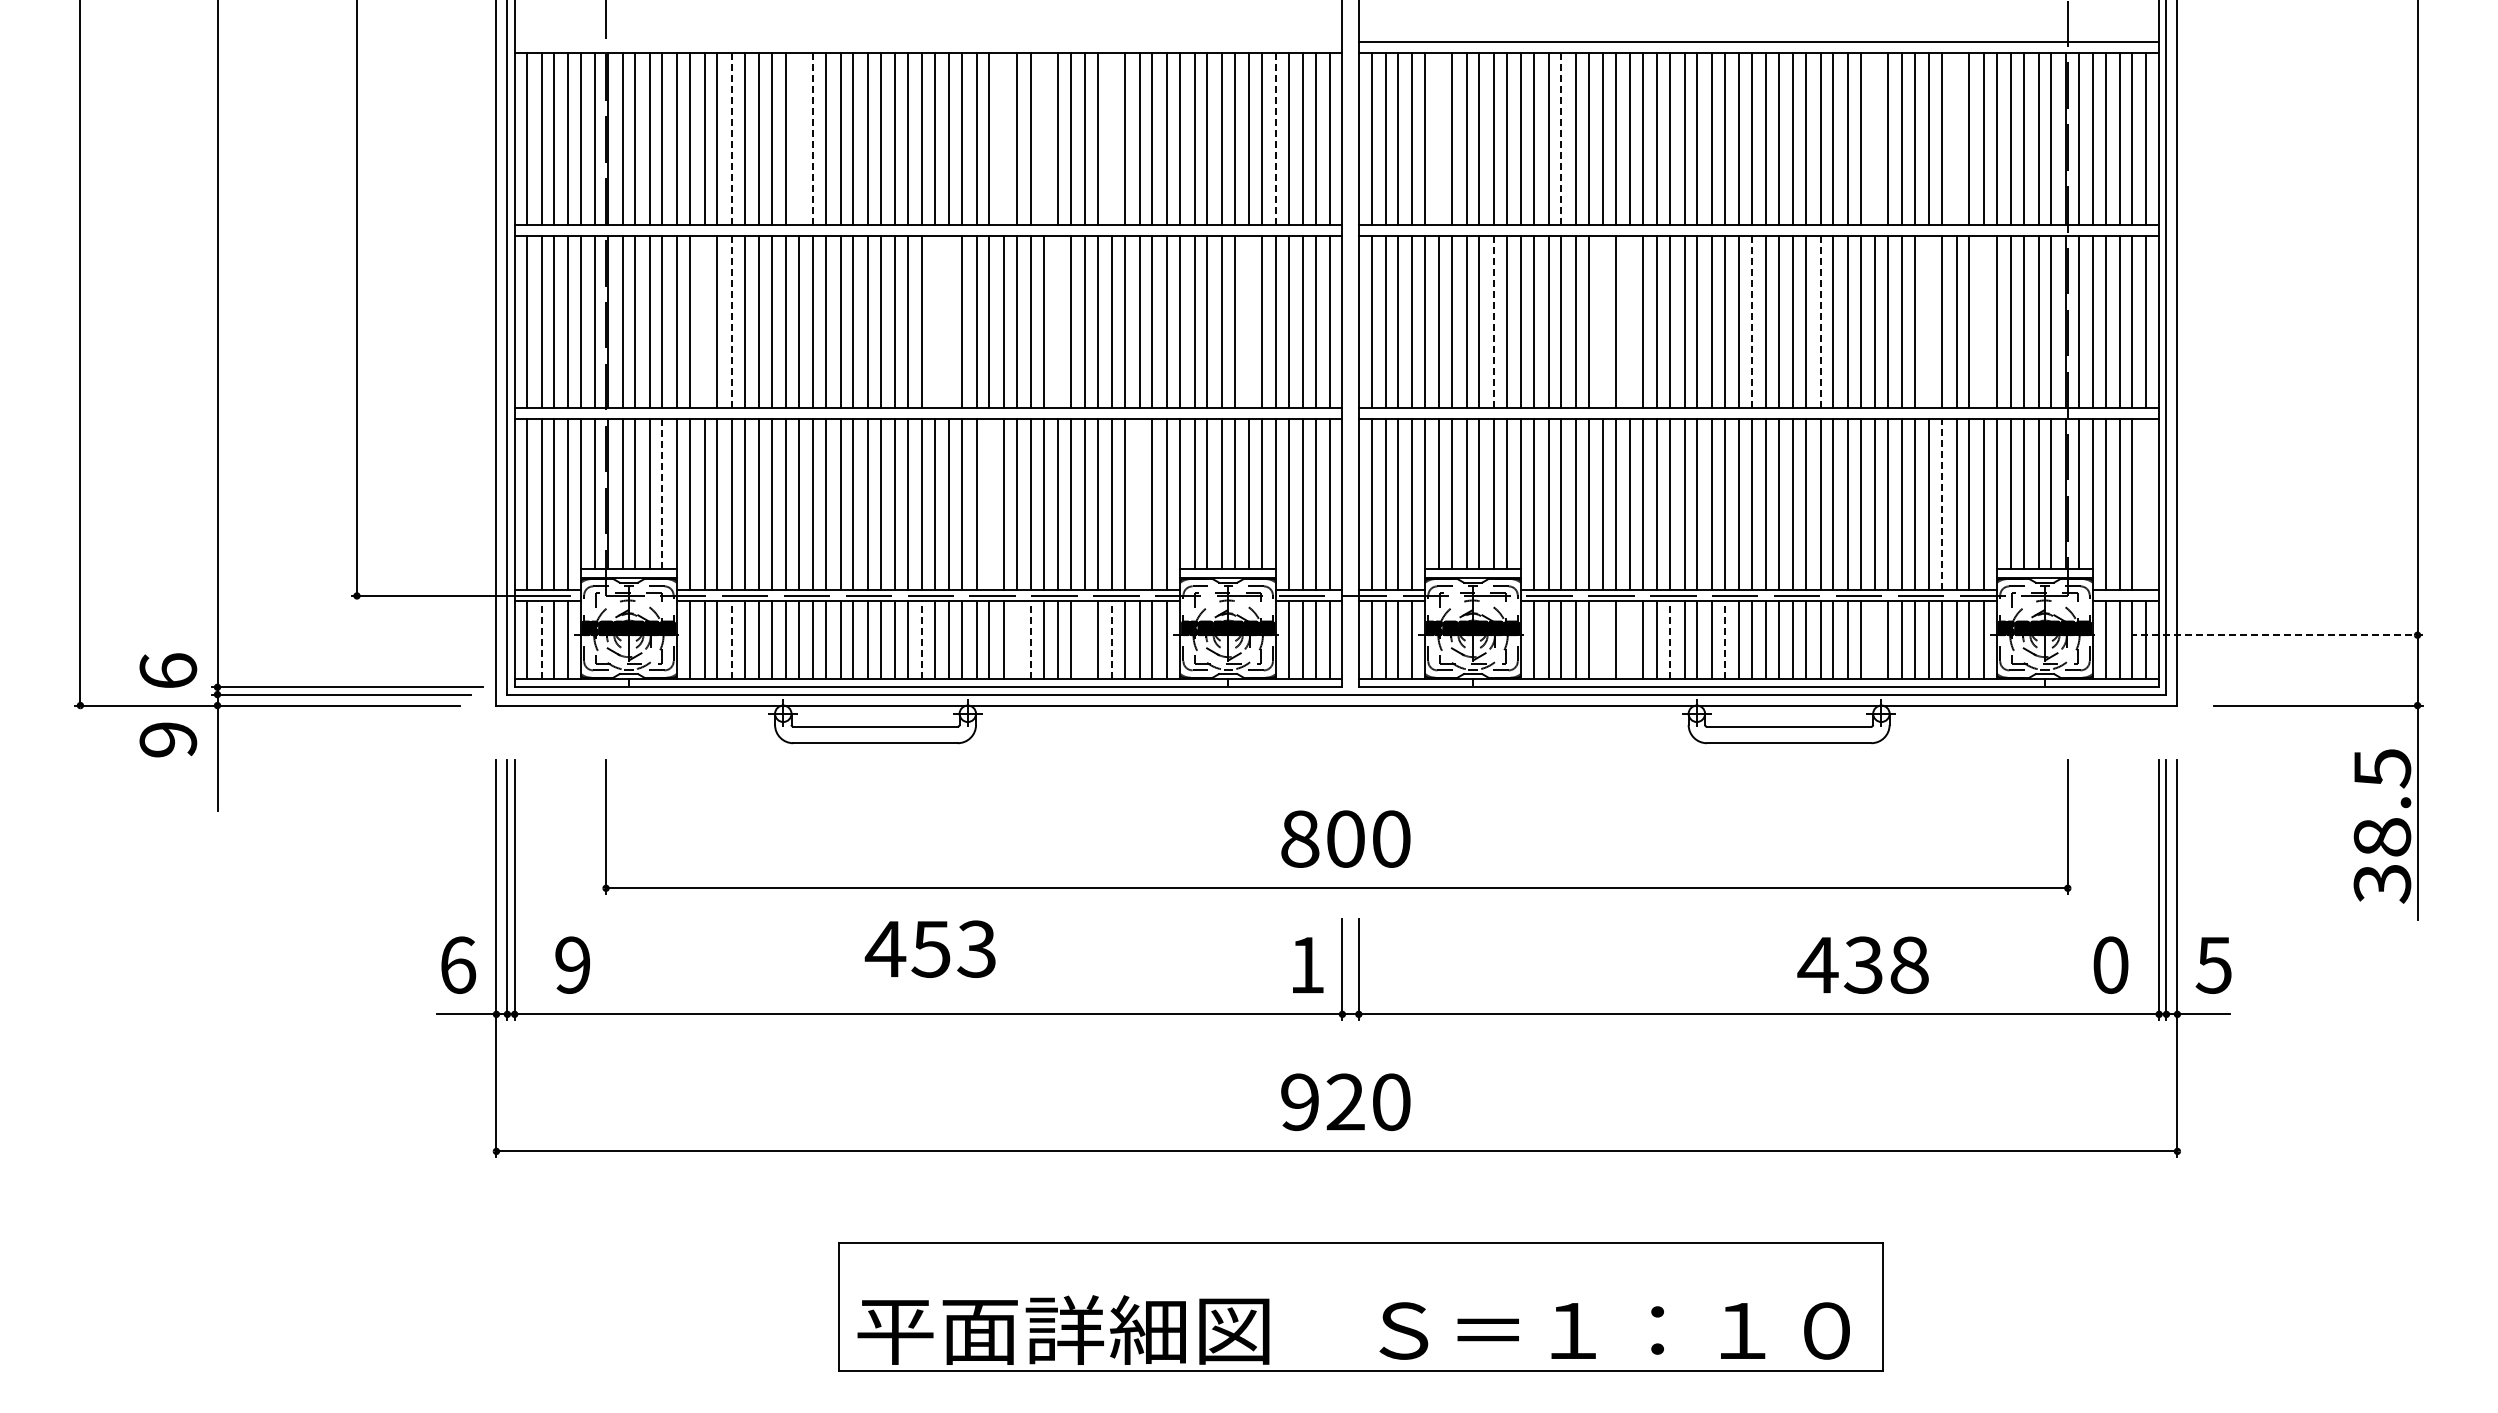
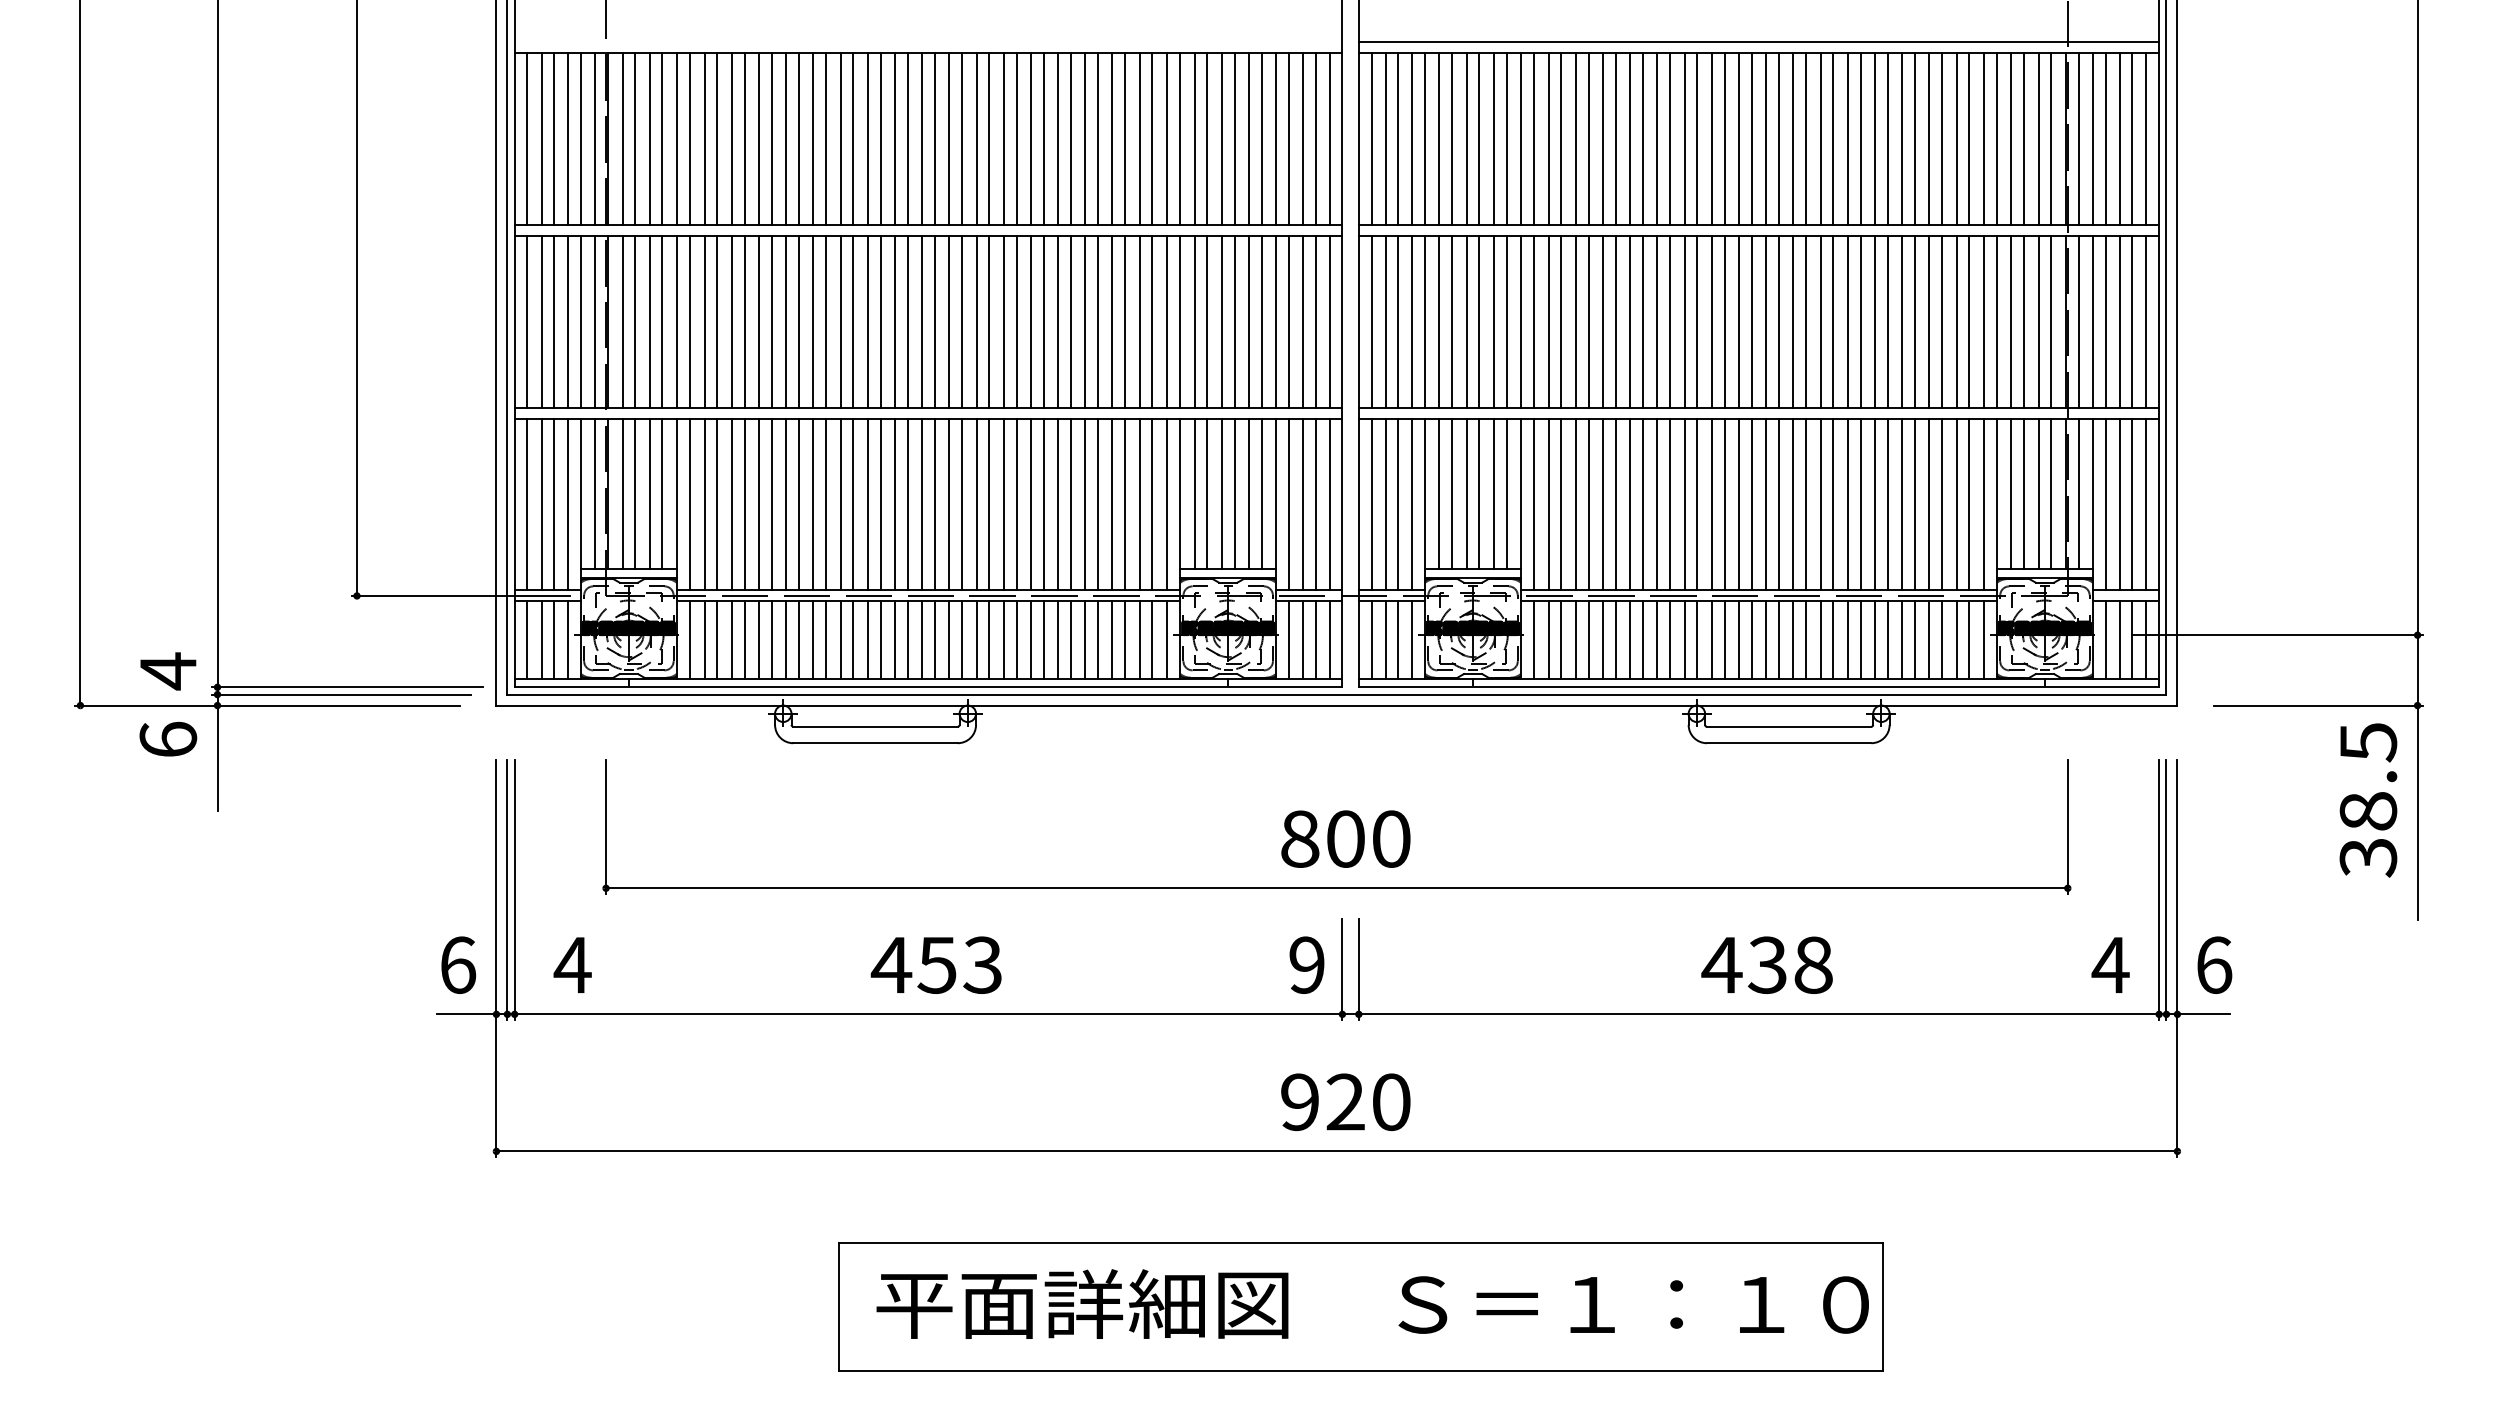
line at (731, 139): dashed -> solid
line at (799, 139): none -> present
line at (813, 139): dashed -> solid
line at (1003, 139): none -> present
line at (1043, 139): none -> present
line at (1112, 139): none -> present
line at (1276, 139): dashed -> solid
line at (1439, 139): none -> present
line at (1561, 139): dashed -> solid
line at (1874, 139): none -> present
line at (1956, 139): none -> present
line at (704, 321): none -> present
line at (731, 321): dashed -> solid
line at (934, 321): none -> present
line at (949, 321): none -> present
line at (1058, 321): none -> present
line at (1248, 321): none -> present
line at (1493, 321): dashed -> solid
line at (1603, 321): none -> present
line at (1630, 321): none -> present
line at (1751, 321): dashed -> solid
line at (1820, 321): dashed -> solid
line at (1929, 321): none -> present
line at (1984, 321): none -> present
line at (662, 493): dashed -> solid
line at (989, 504): none -> present
line at (1139, 504): none -> present
line at (1942, 504): dashed -> solid
line at (2146, 504): none -> present
line at (2277, 635): dashed -> solid
line at (541, 640): dashed -> solid
line at (731, 640): dashed -> solid
line at (922, 640): dashed -> solid
line at (1016, 640): none -> present
line at (1030, 640): dashed -> solid
line at (1085, 640): none -> present
line at (1112, 640): dashed -> solid
line at (1603, 640): none -> present
line at (1630, 640): none -> present
line at (1670, 640): dashed -> solid
line at (1724, 640): dashed -> solid
line at (1874, 640): none -> present
text at (168, 671): 6 -> 4
text at (168, 739): 9 -> 6
text at (2382, 826) position: (2382, 826) -> (2368, 800)
text at (929, 948) position: (929, 948) -> (935, 964)
text at (572, 964): 9 -> 4
text at (1306, 964): 1 -> 9
text at (1862, 964) position: (1862, 964) -> (1766, 964)
text at (2110, 964): 0 -> 4
text at (2213, 964): 5 -> 6
text at (1353, 1329) position: (1353, 1329) -> (1372, 1303)
